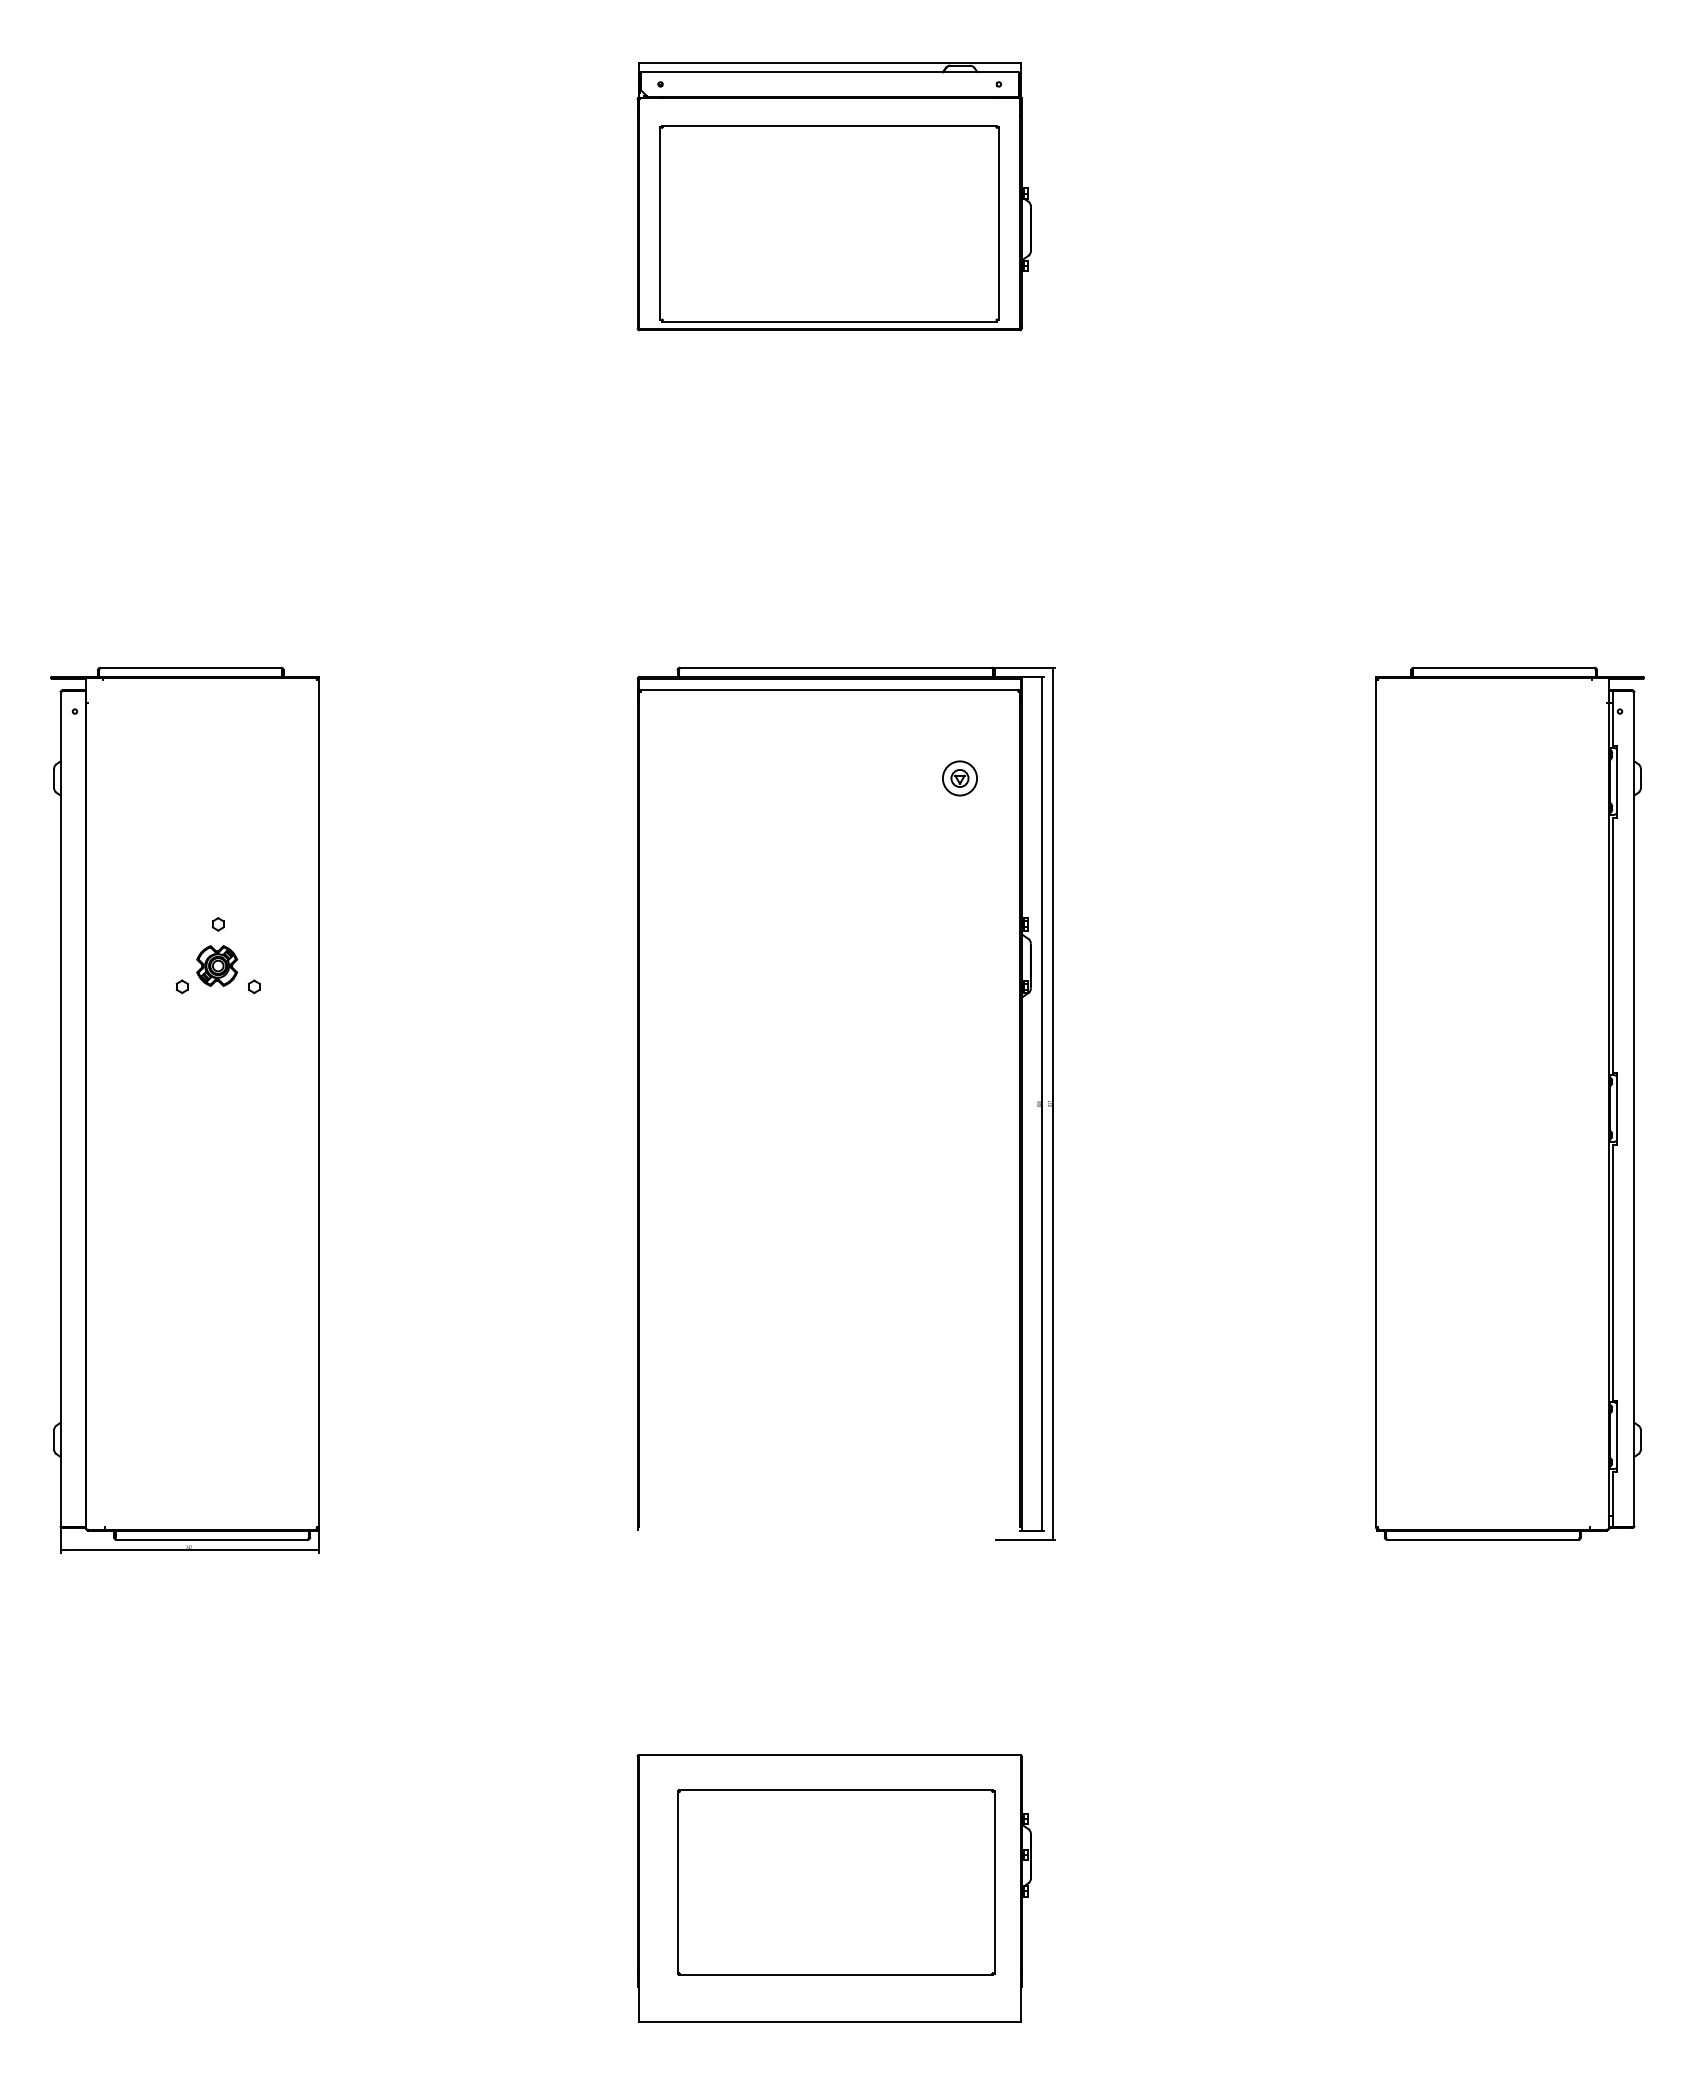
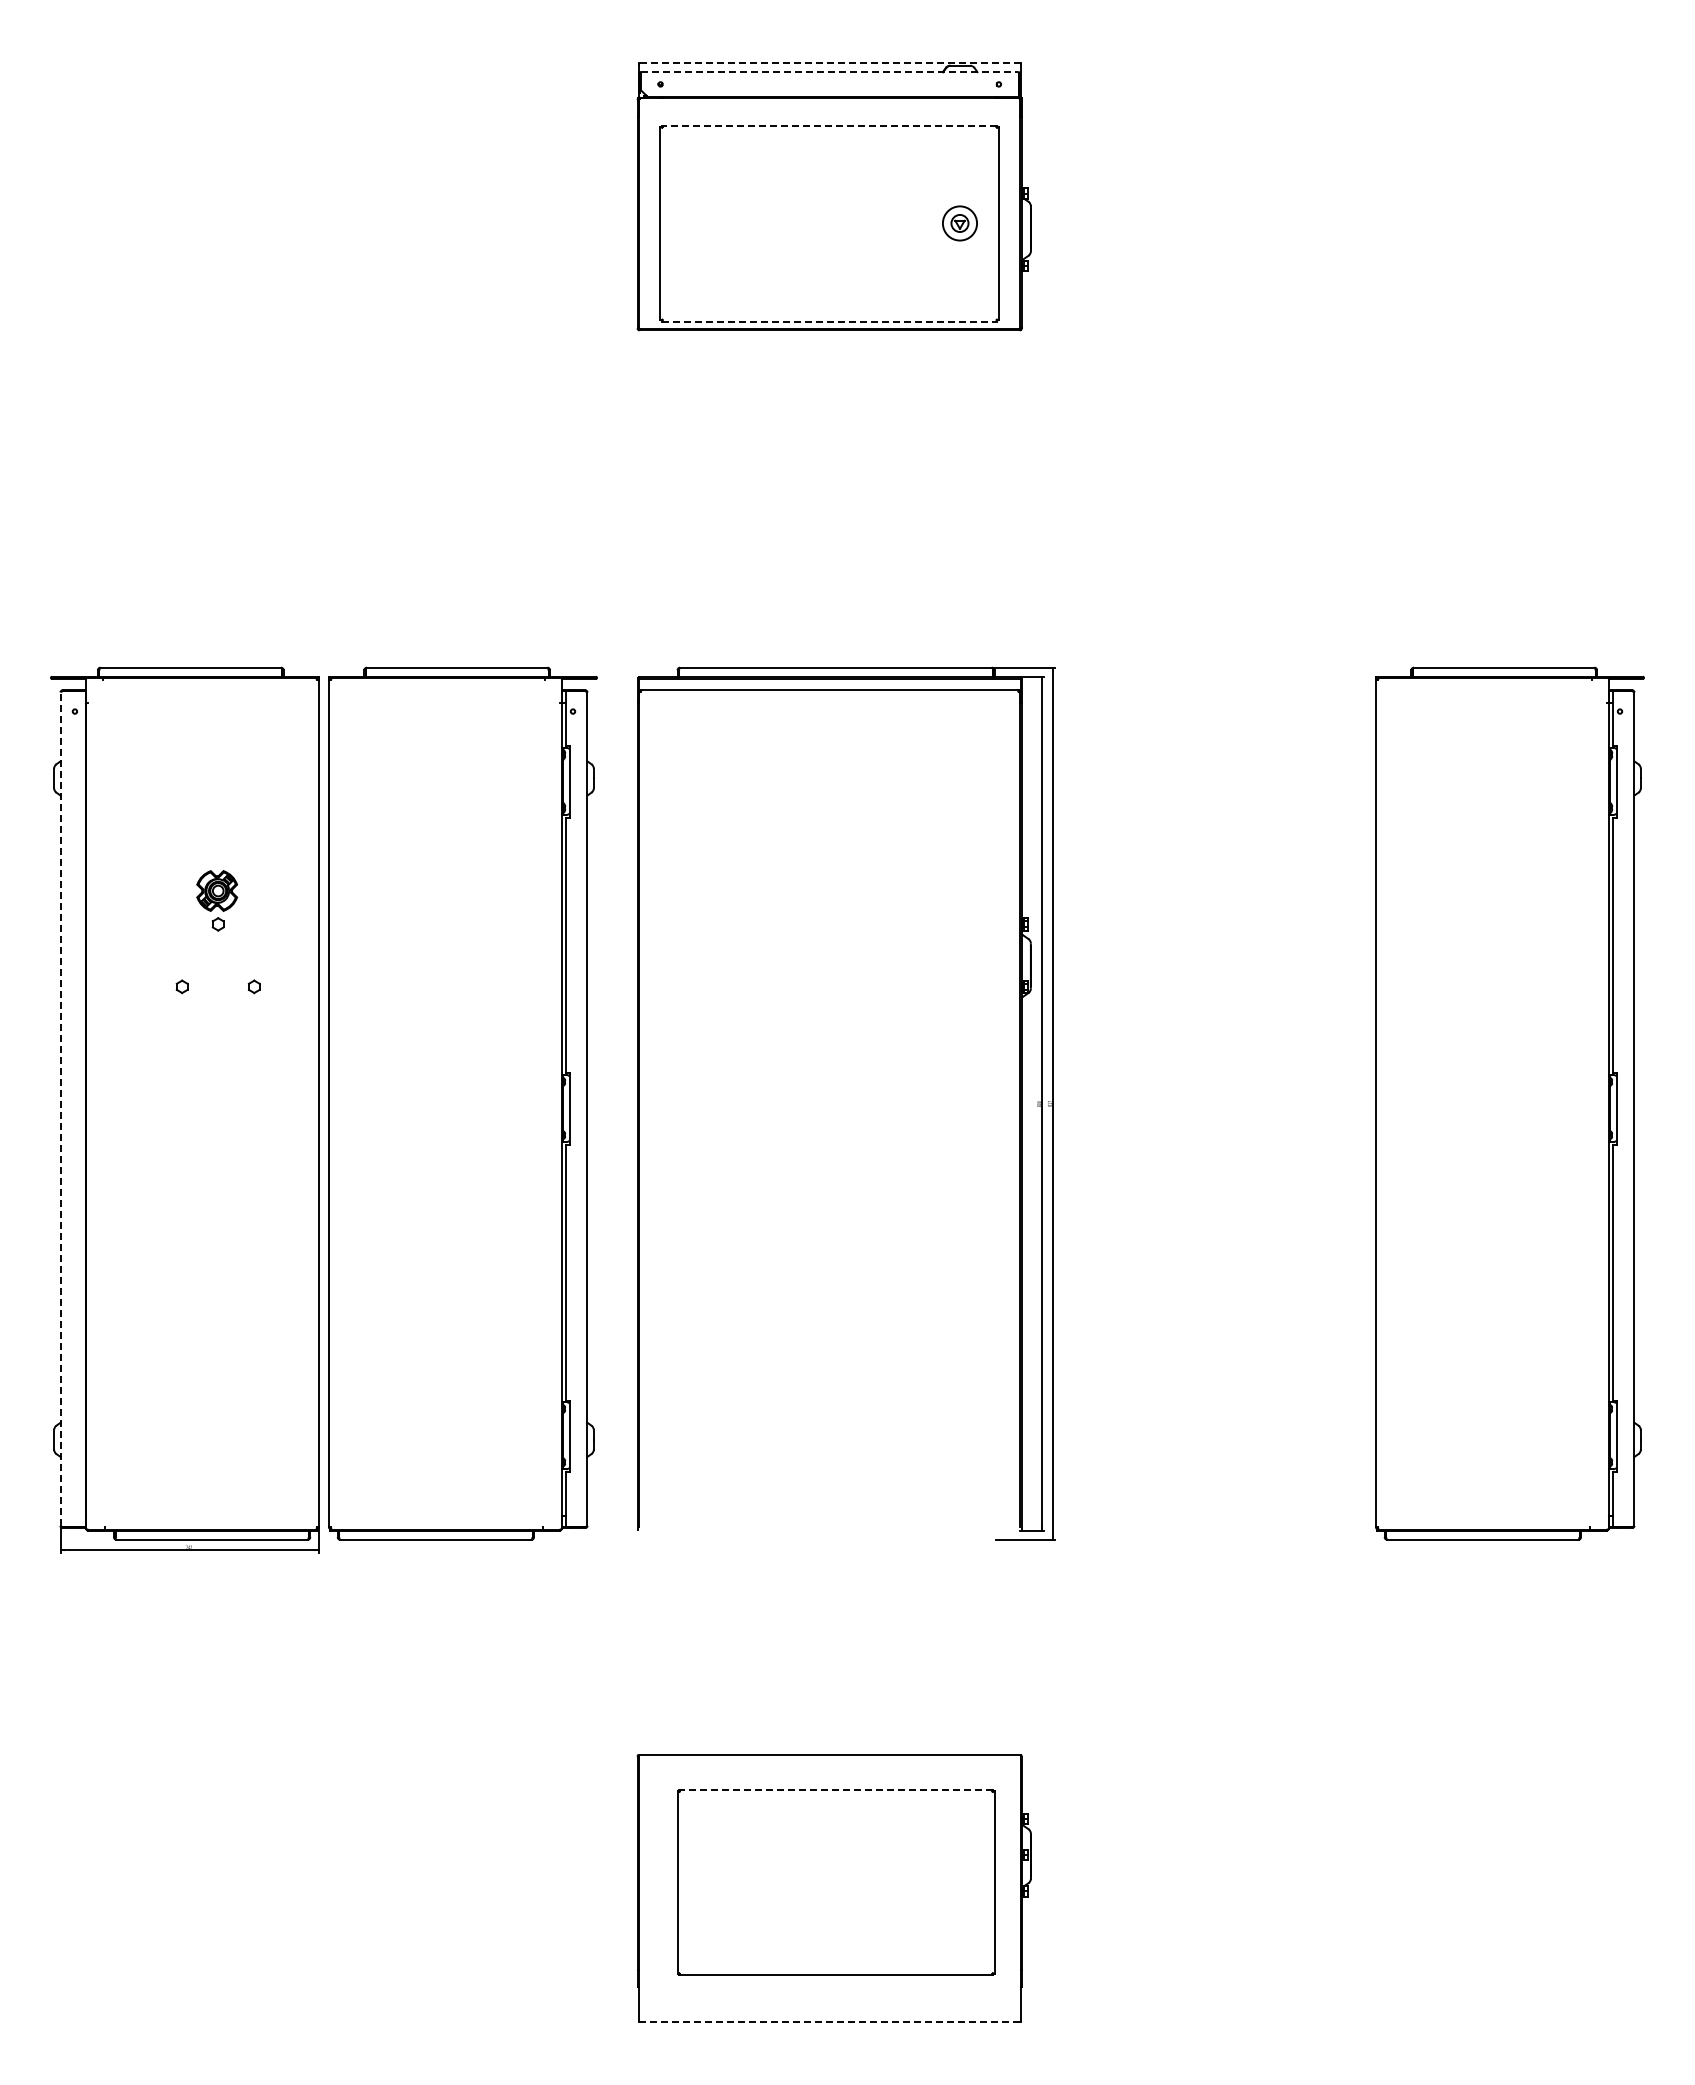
line at (829, 62): solid -> dashed
line at (830, 72): solid -> dashed
line at (829, 125): solid -> dashed
line at (829, 321): solid -> dashed
part at (959, 778) position: (959, 778) -> (959, 223)
part at (217, 965) position: (217, 965) -> (217, 890)
part at (462, 1103): none -> present
line at (60, 1109): solid -> dashed
line at (836, 1789): solid -> dashed
line at (830, 2022): solid -> dashed
